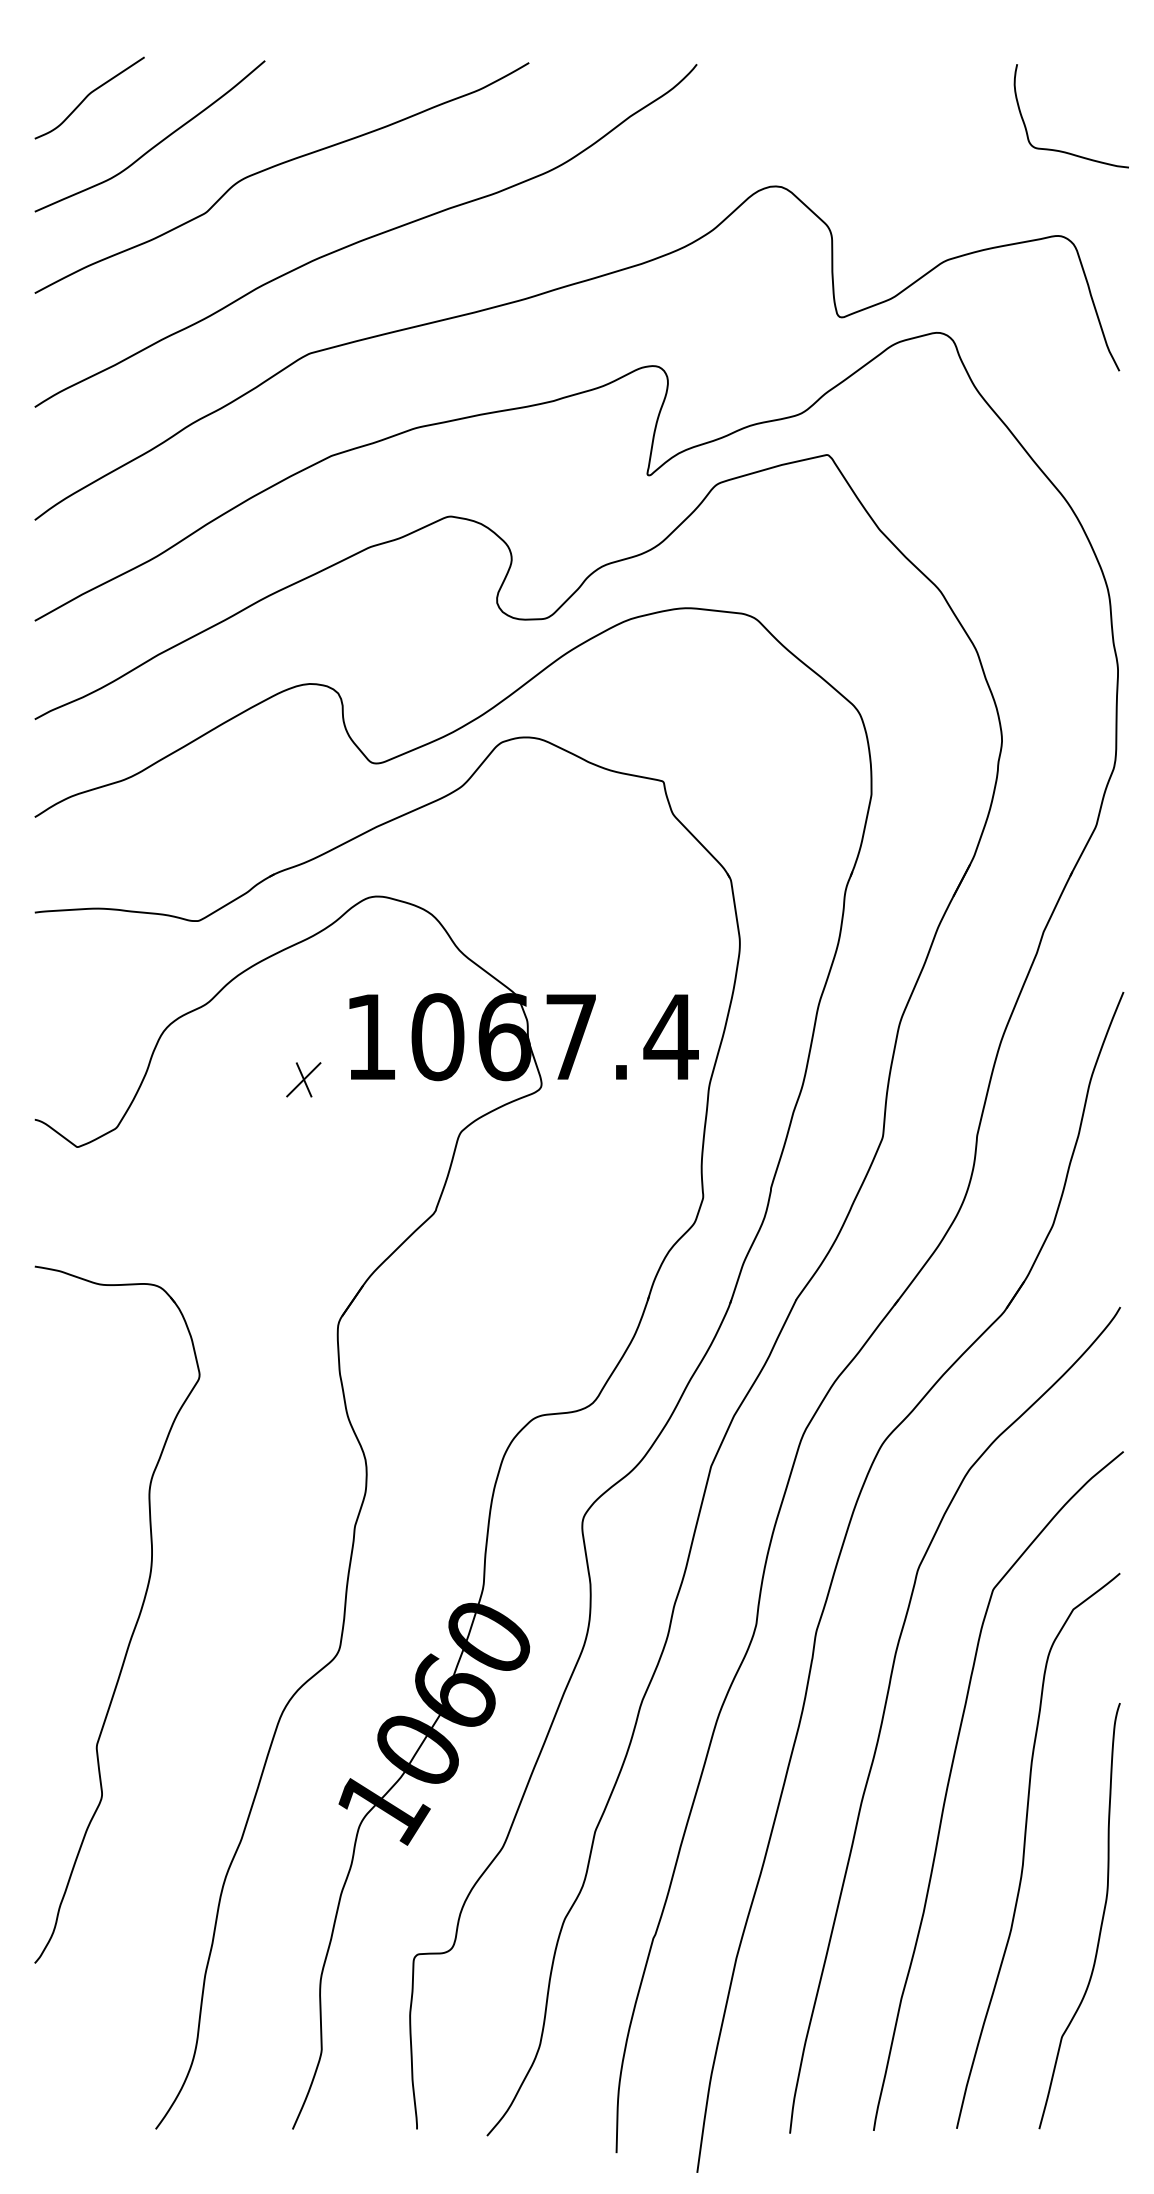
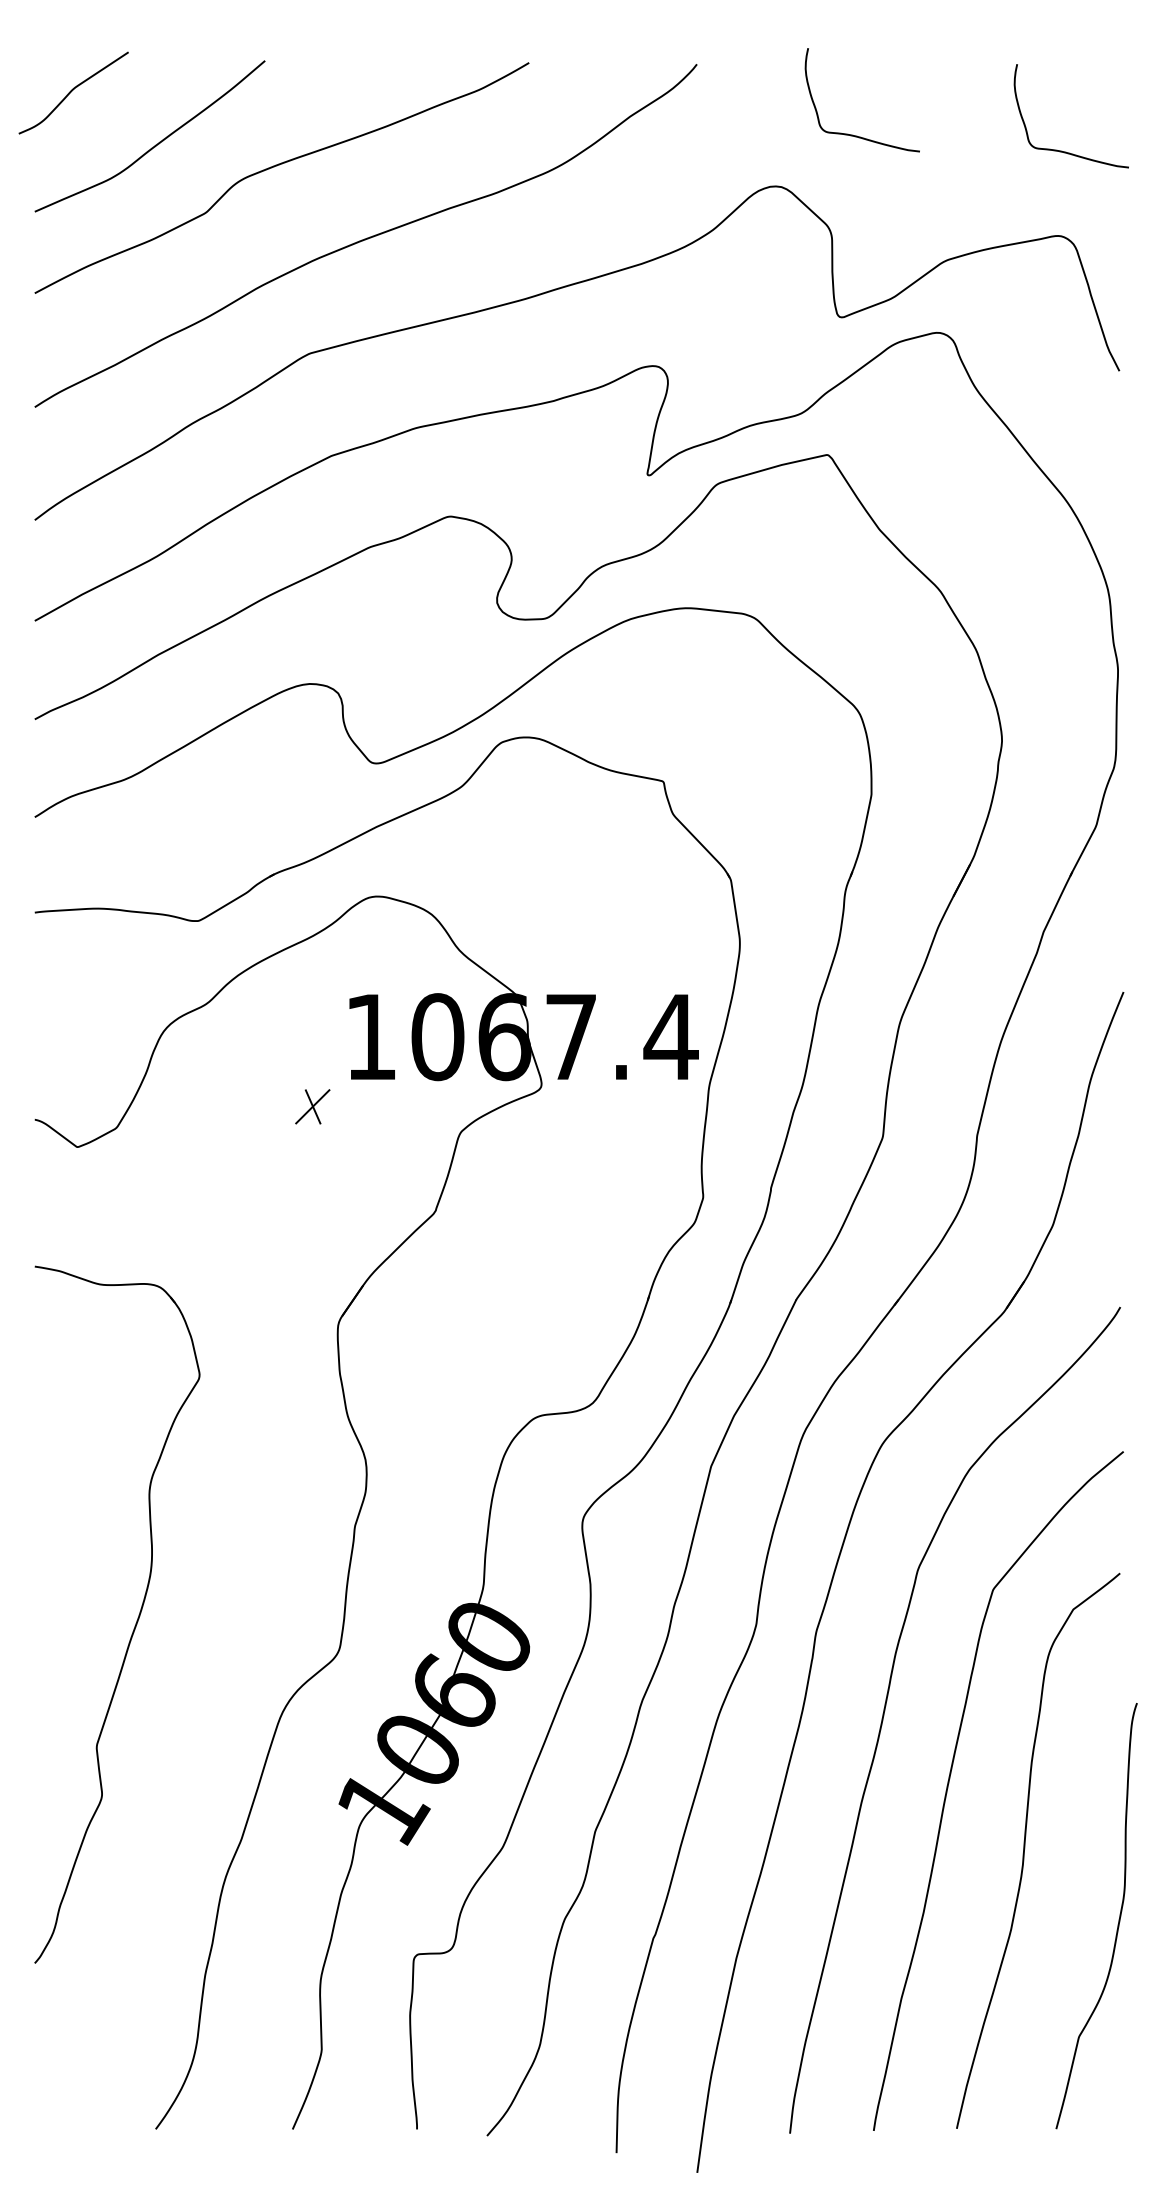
curve at (88, 96) position: (88, 96) -> (72, 91)
curve at (852, 134): none -> present
part at (303, 1079) position: (303, 1079) -> (312, 1106)
curve at (1101, 1919) position: (1101, 1919) -> (1118, 1919)
